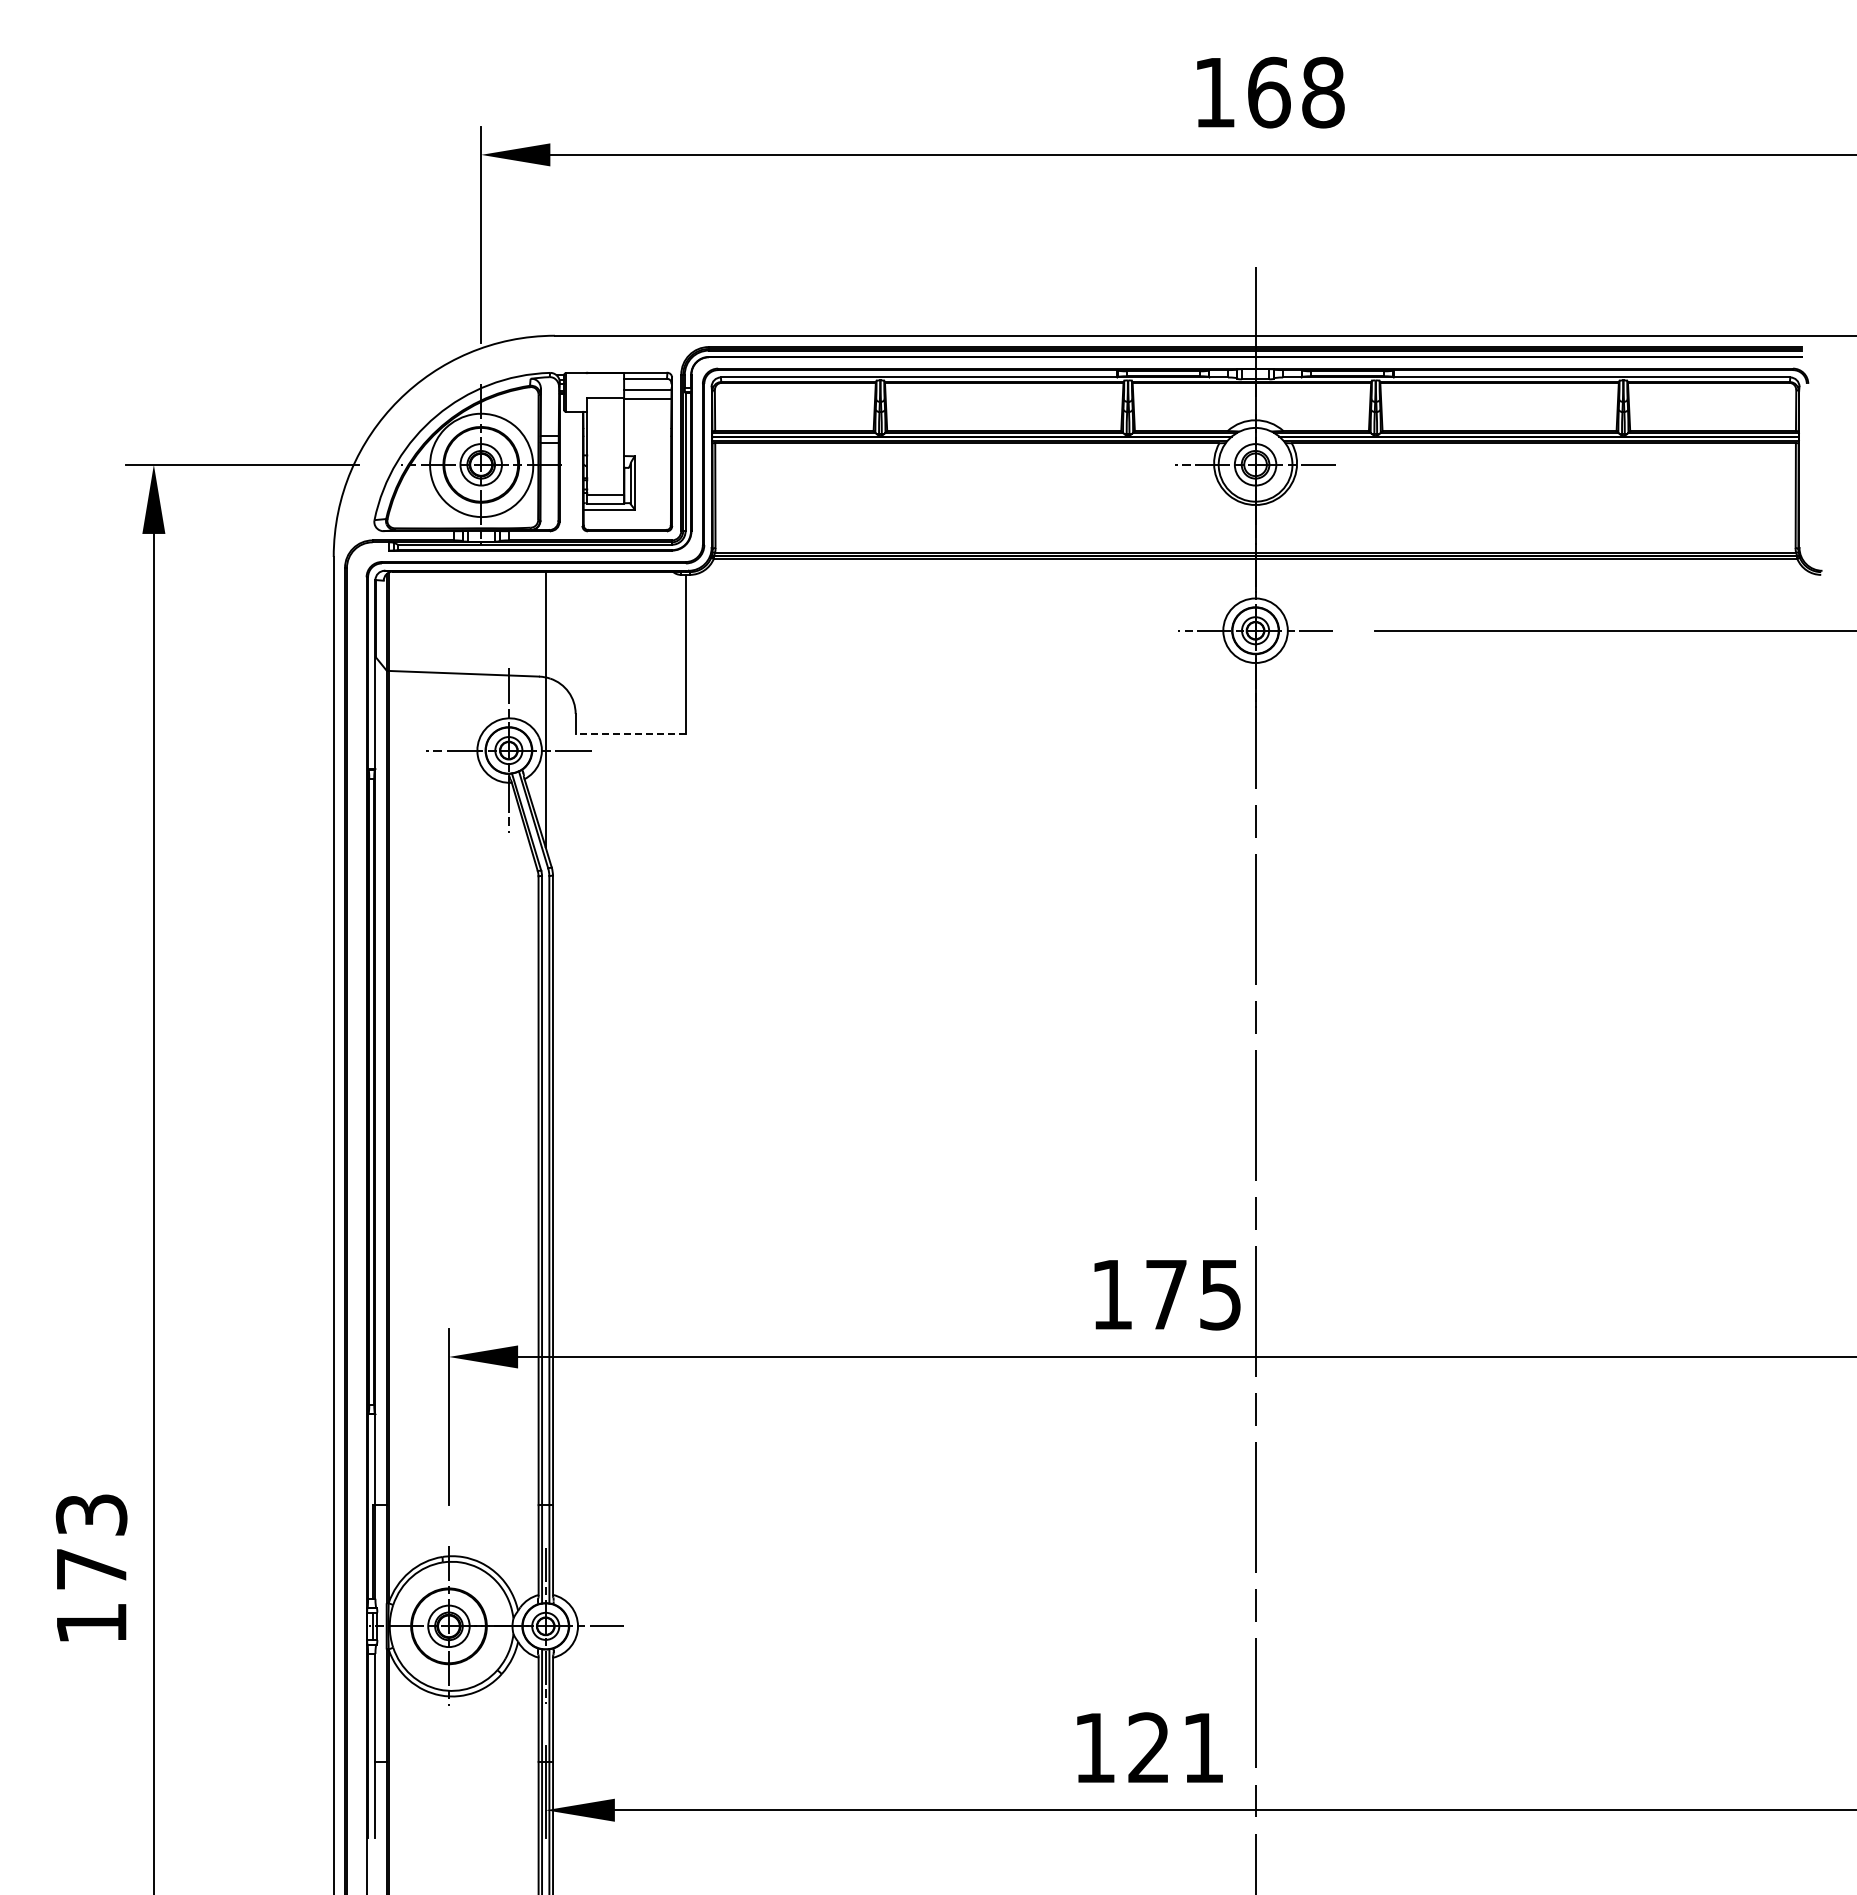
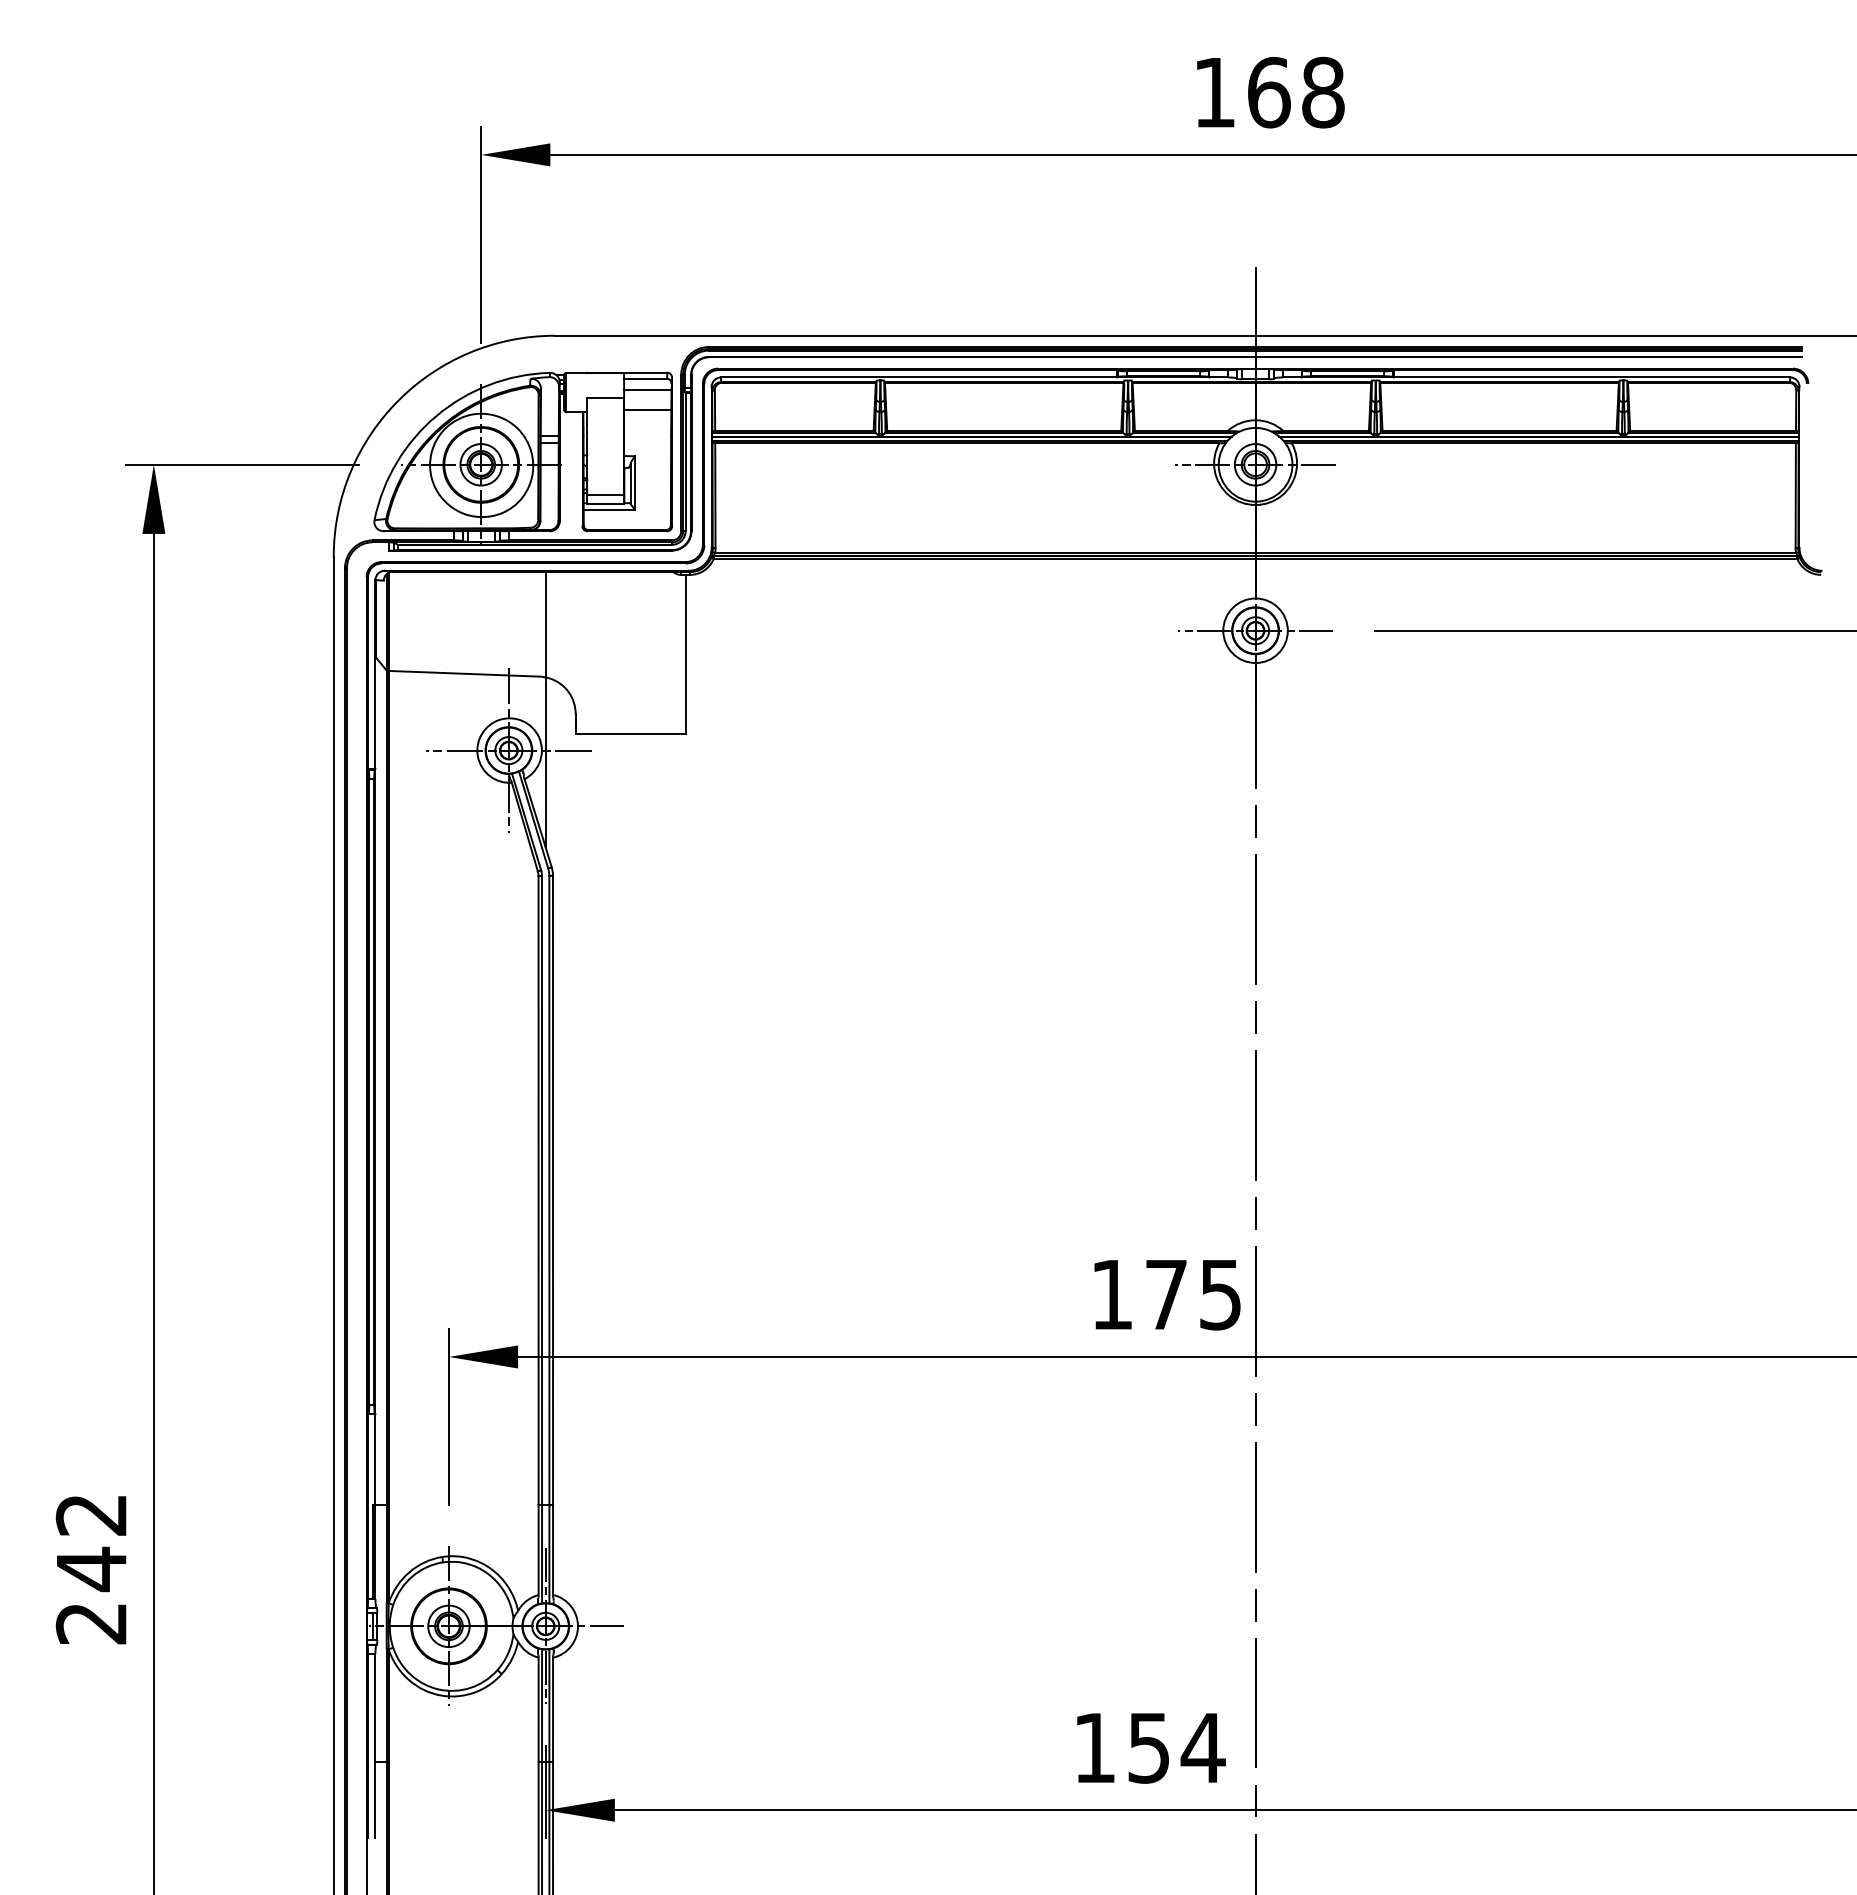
line at (647, 399) position: (647, 399) -> (647, 410)
line at (630, 733): dashed -> solid
text at (91, 1569): 173 -> 242
text at (1176, 1747): 121 -> 154
